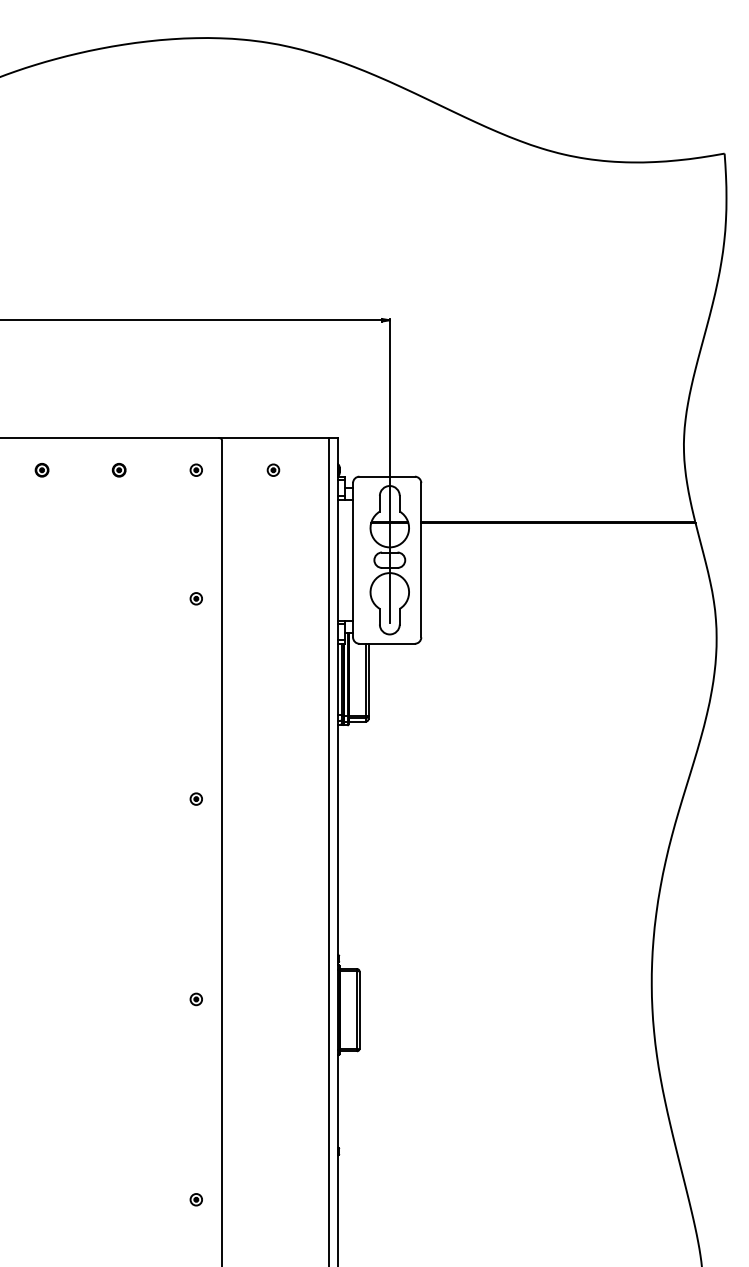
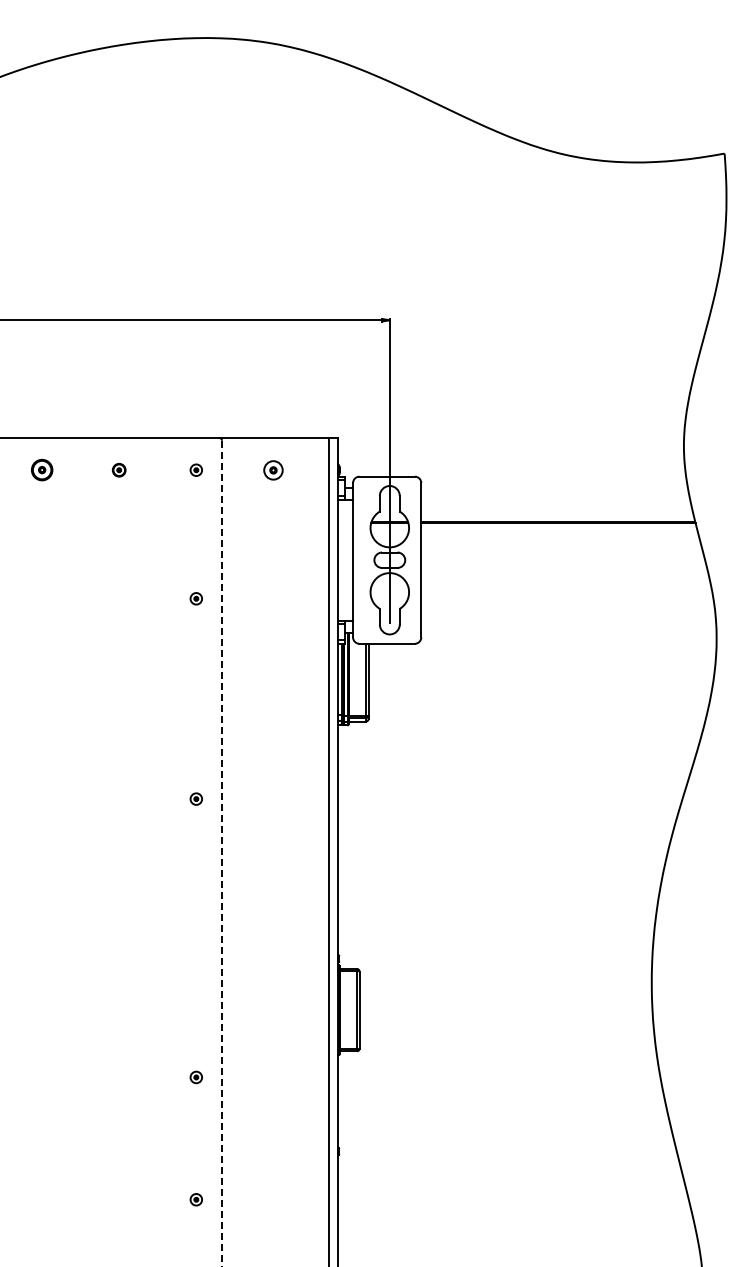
part at (273, 469) size: 15x14 px -> 21x21 px
part at (41, 470) size: 16x15 px -> 23x24 px
line at (222, 853): solid -> dashed
part at (195, 999) position: (195, 999) -> (195, 1077)
